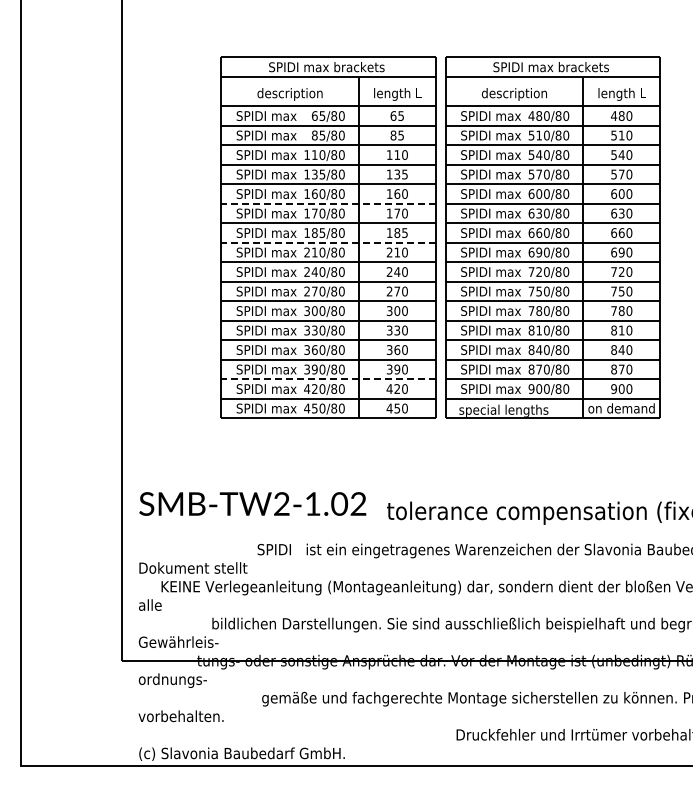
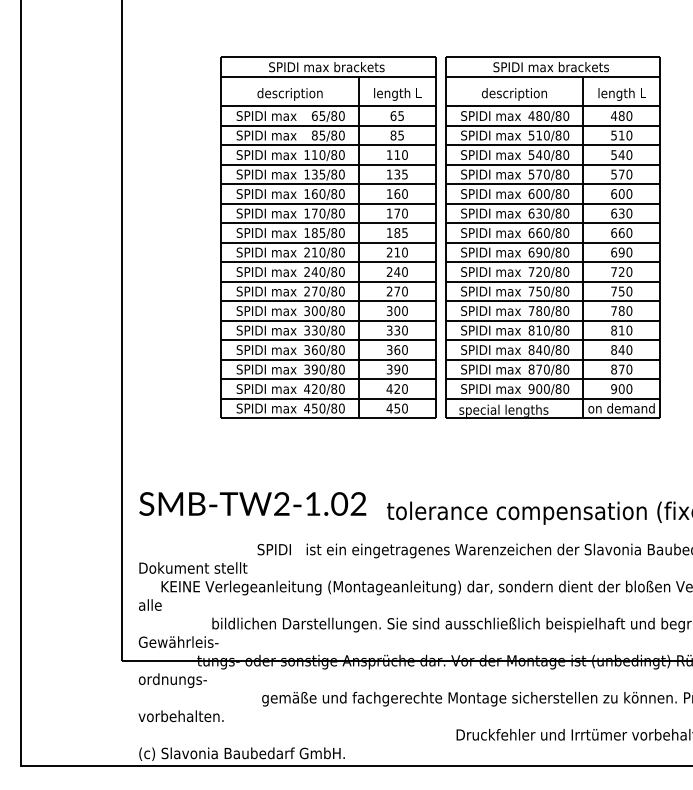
line at (328, 203): dashed -> solid
line at (328, 242): dashed -> solid
line at (328, 379): dashed -> solid
